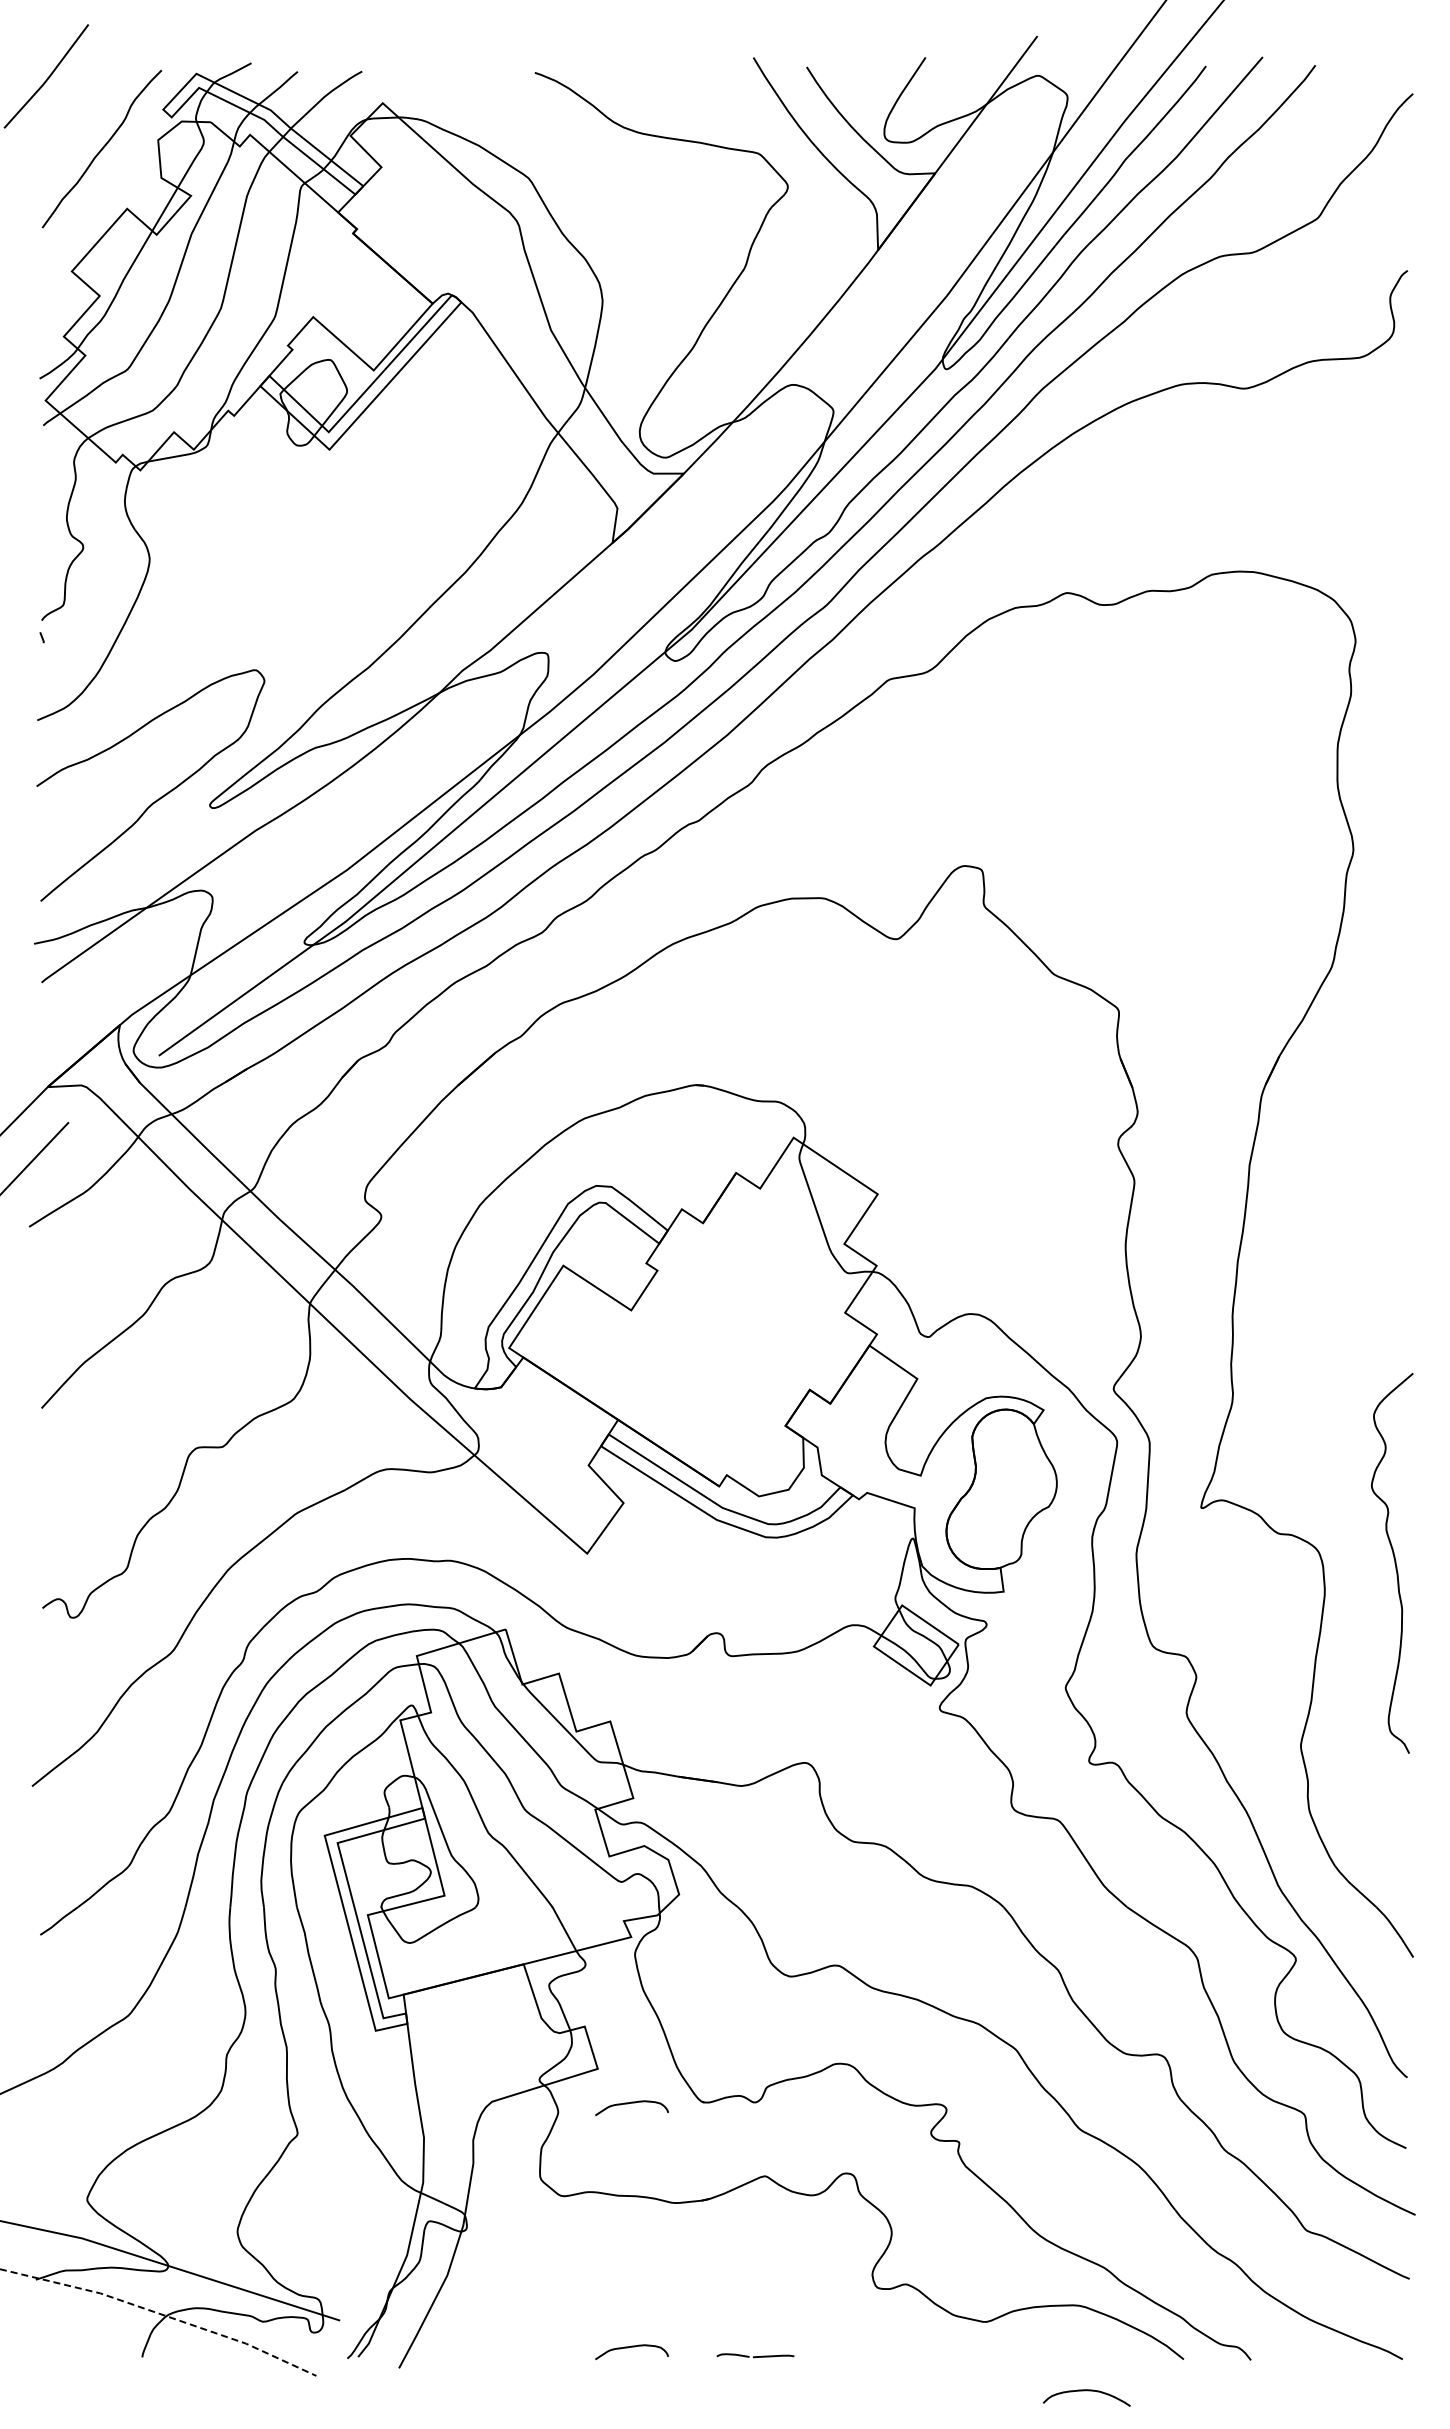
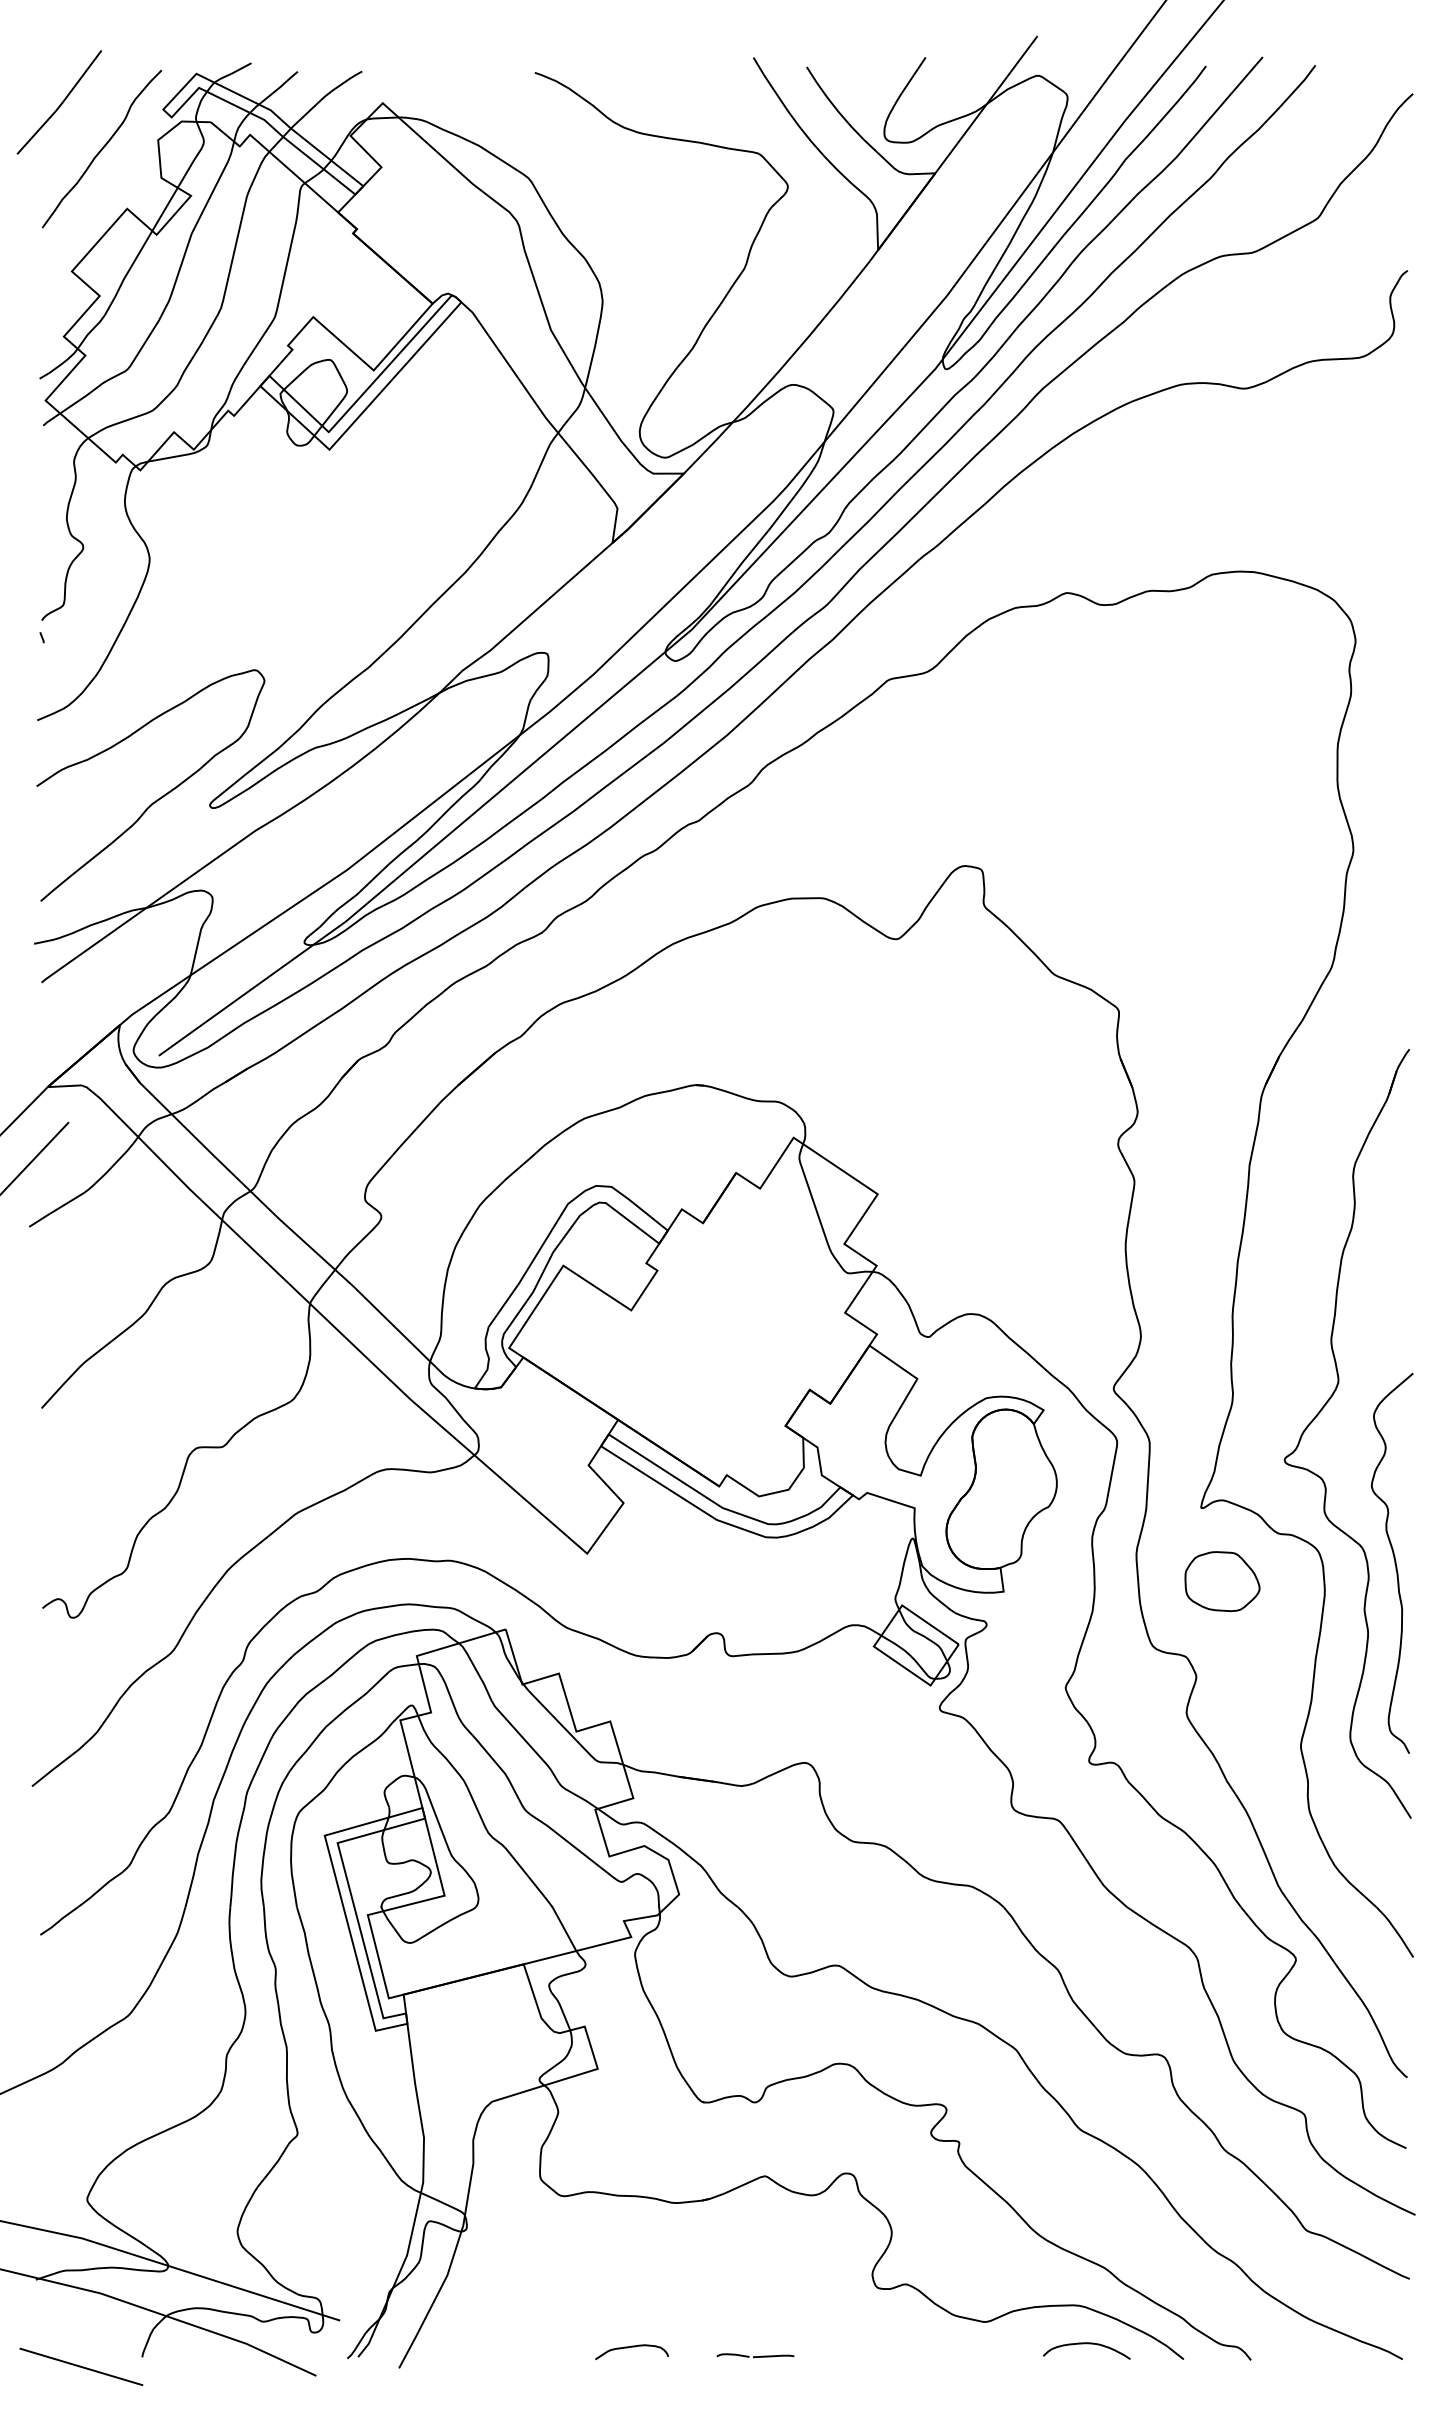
line at (47, 77) position: (47, 77) -> (60, 103)
part at (1322, 1410): none -> present
part at (1222, 1581): none -> present
curve at (632, 2103): present -> none
line at (161, 2314): dashed -> solid
line at (81, 2366): none -> present
curve at (1086, 2391) position: (1086, 2391) -> (1086, 2344)
